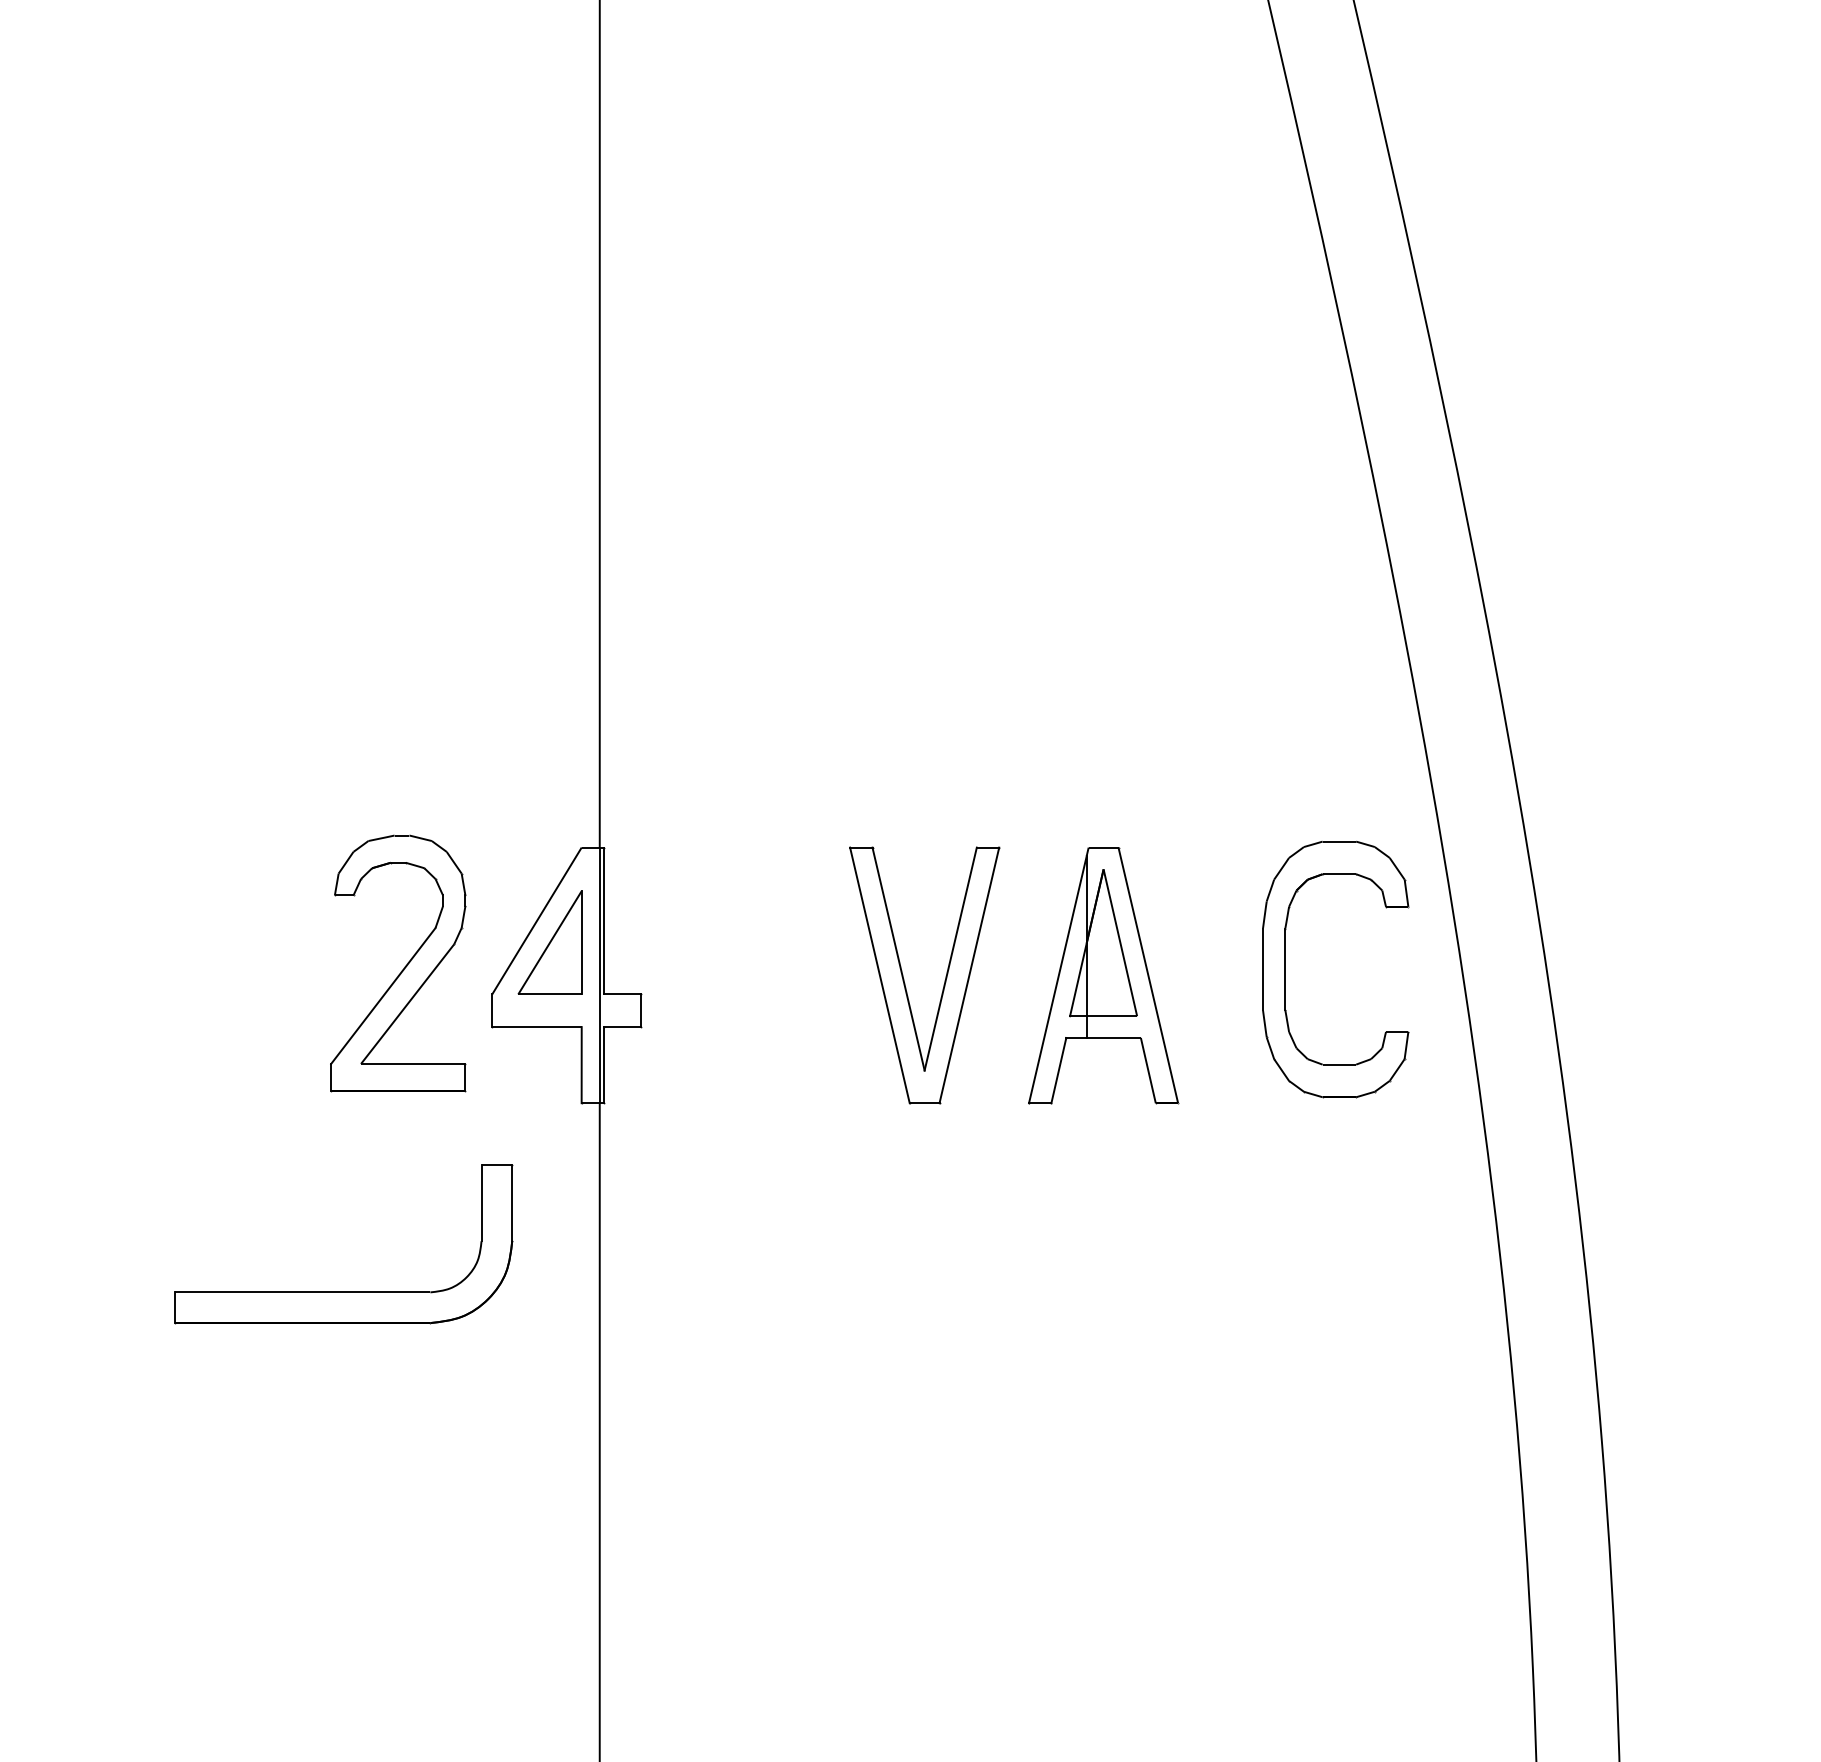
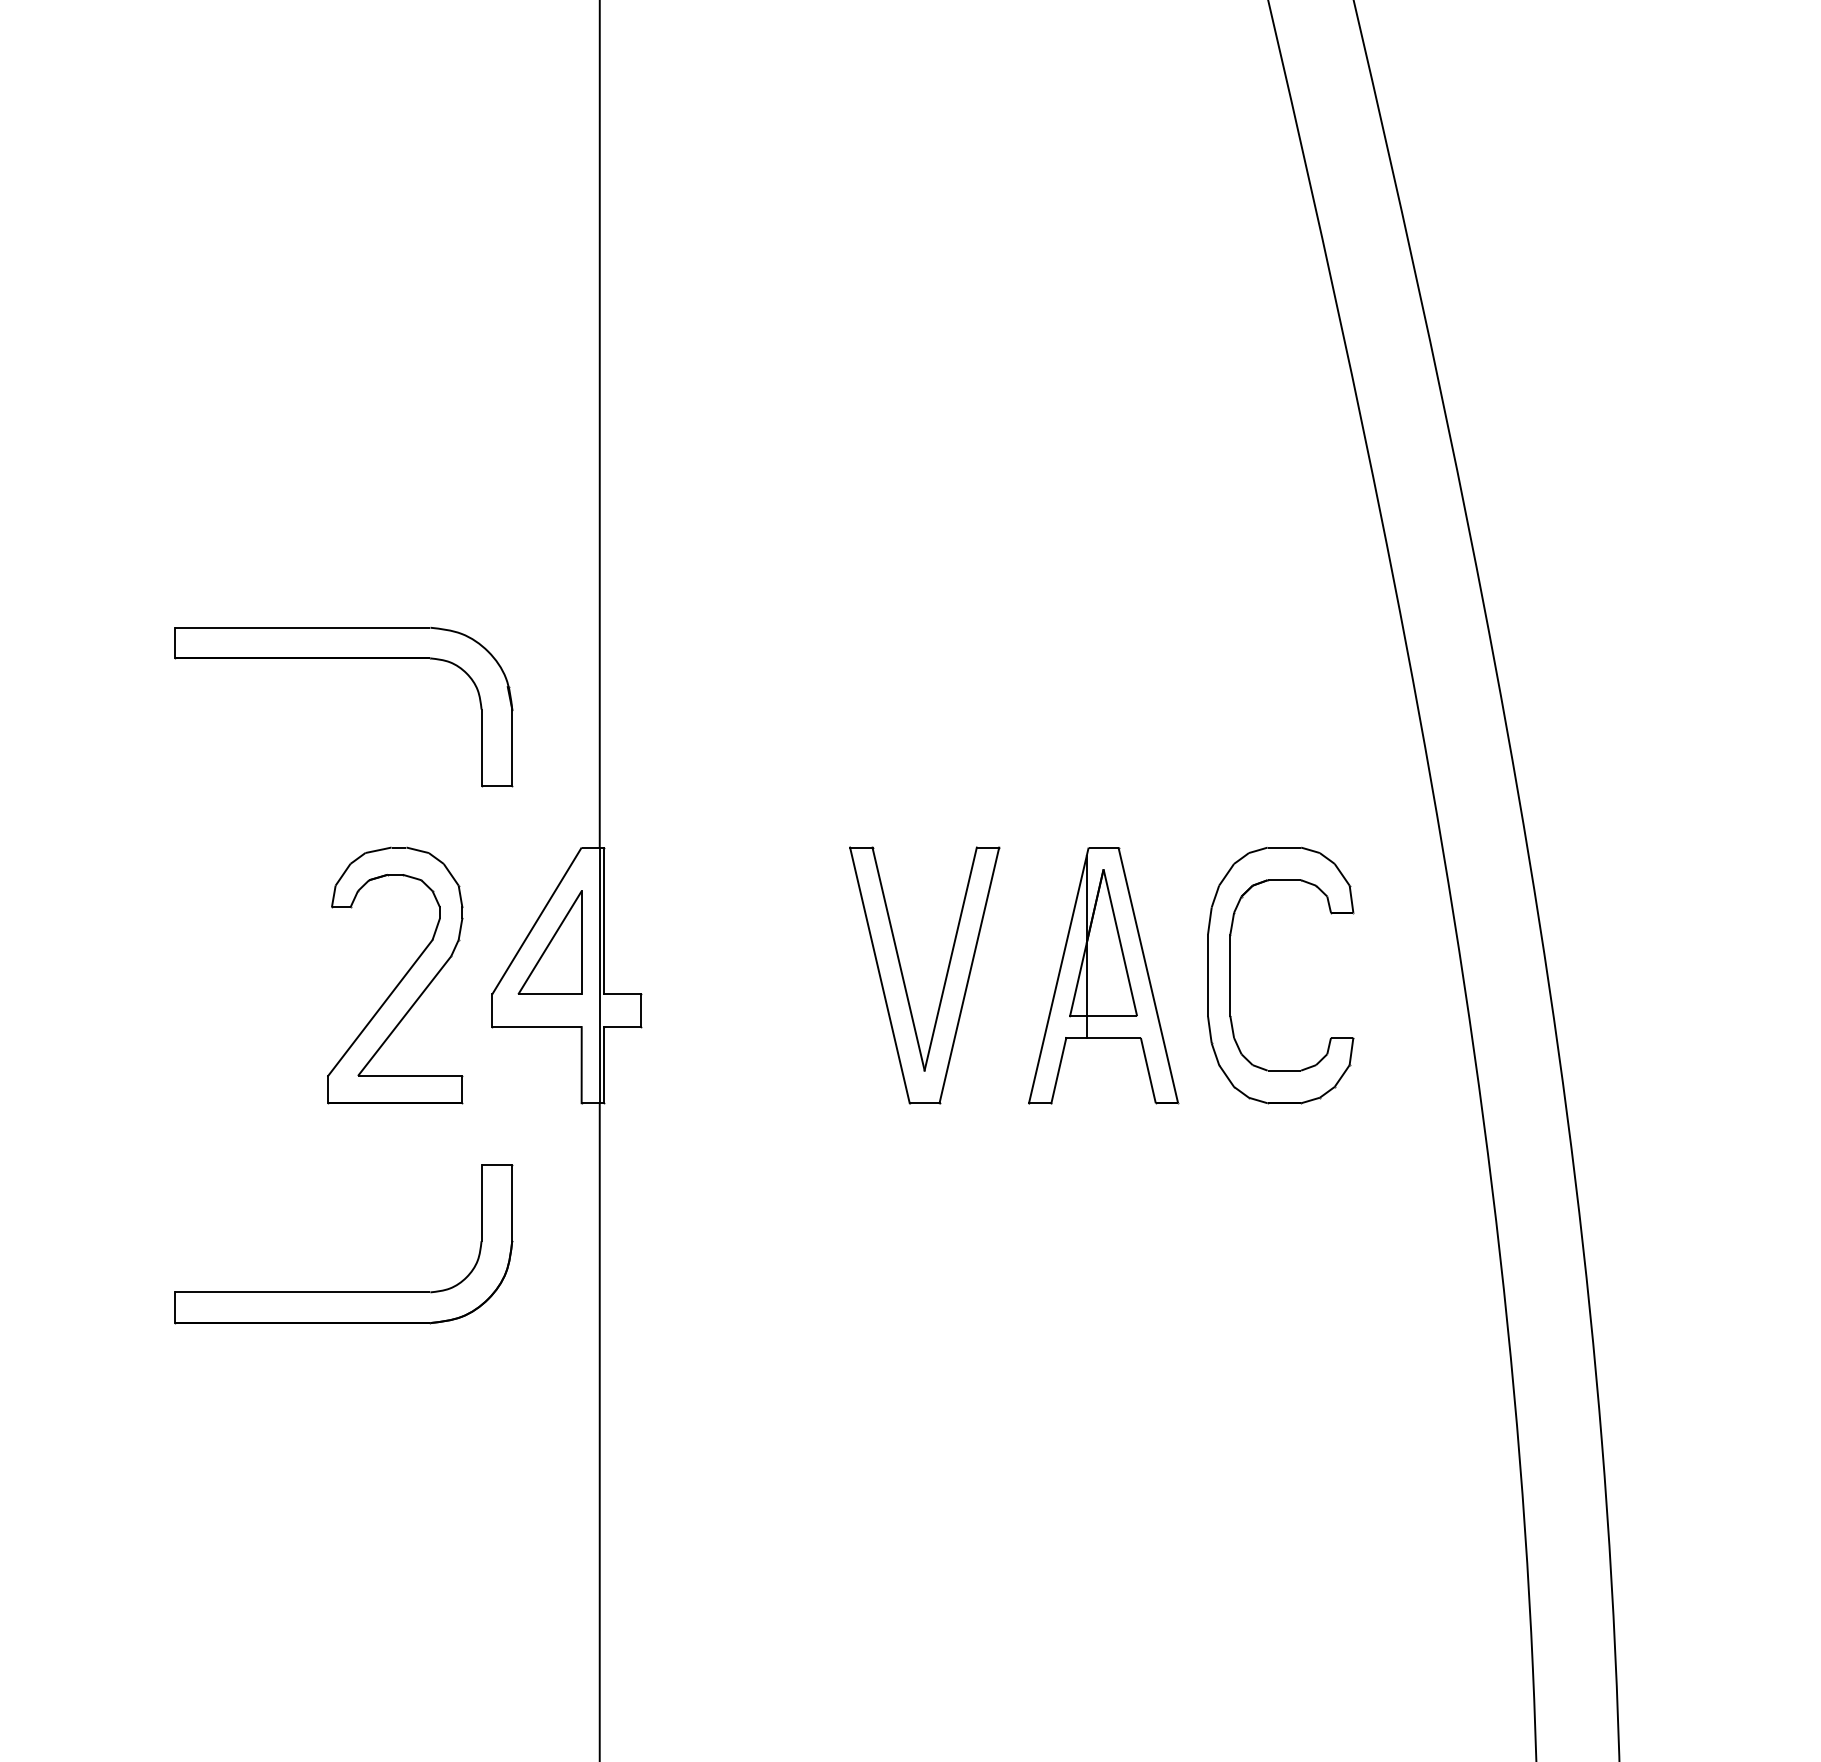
part at (343, 658): none -> present
part at (404, 966) position: (404, 966) -> (401, 978)
part at (1285, 969) position: (1285, 969) -> (1230, 975)
